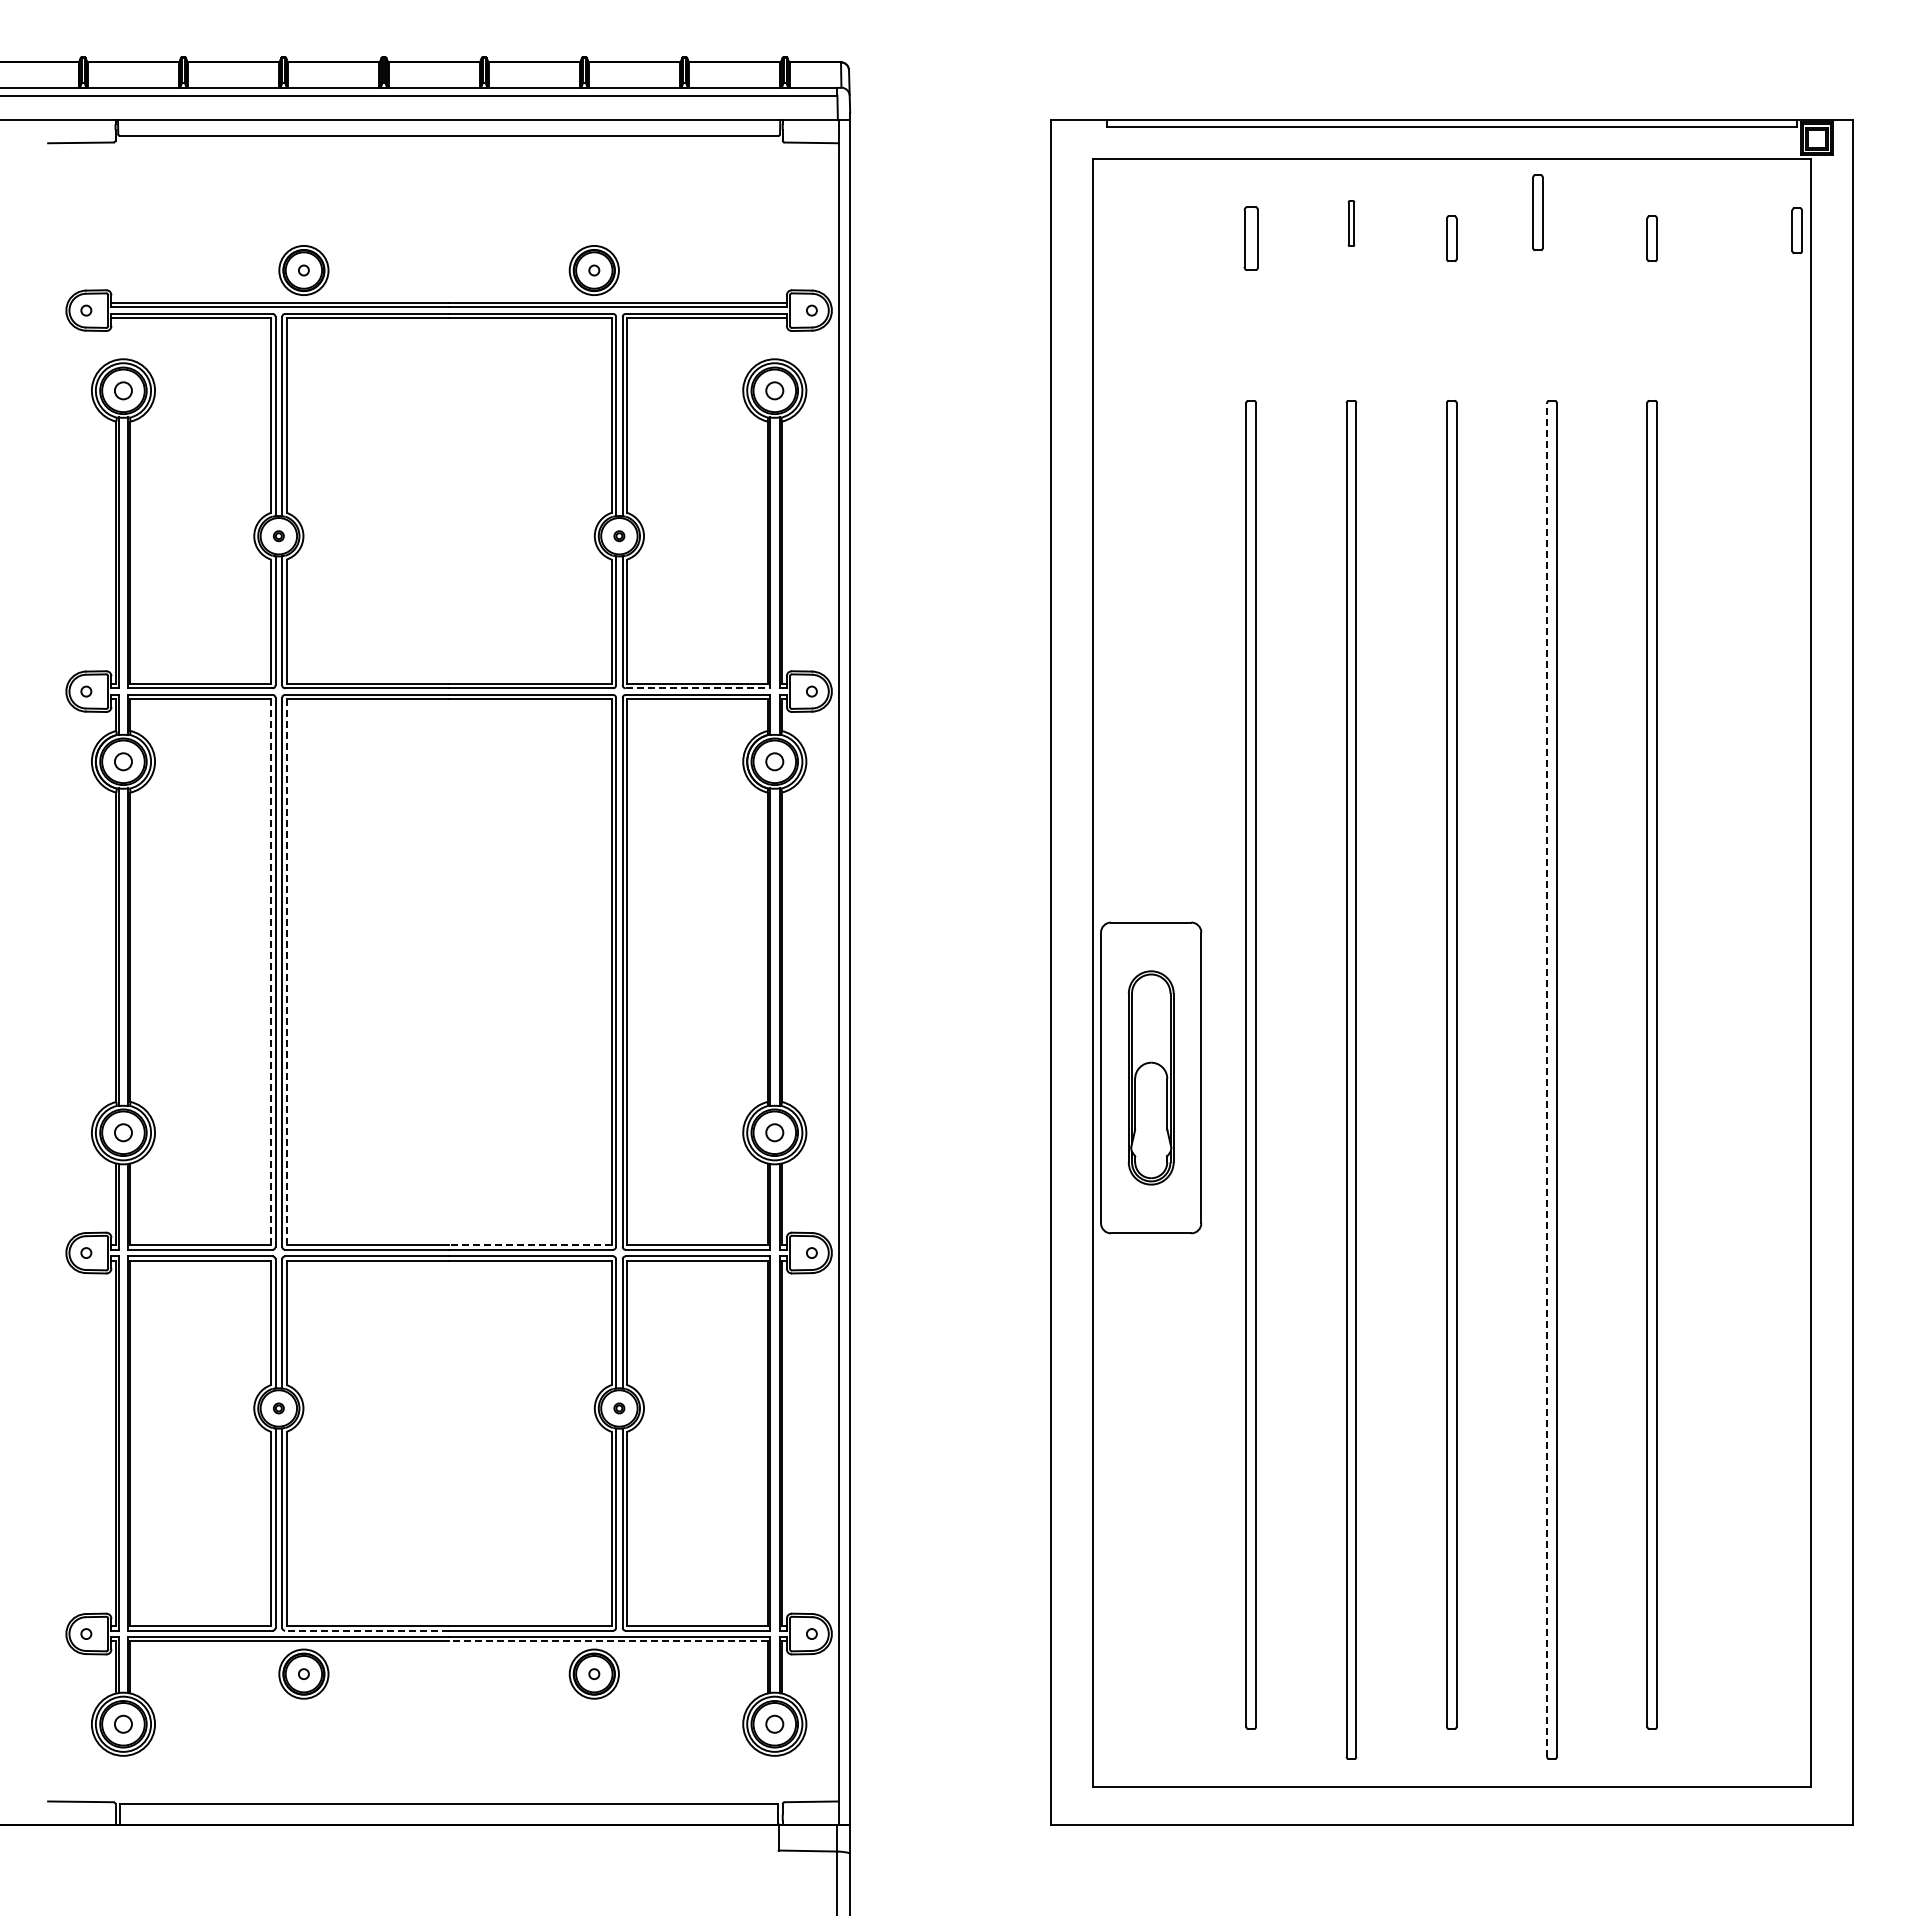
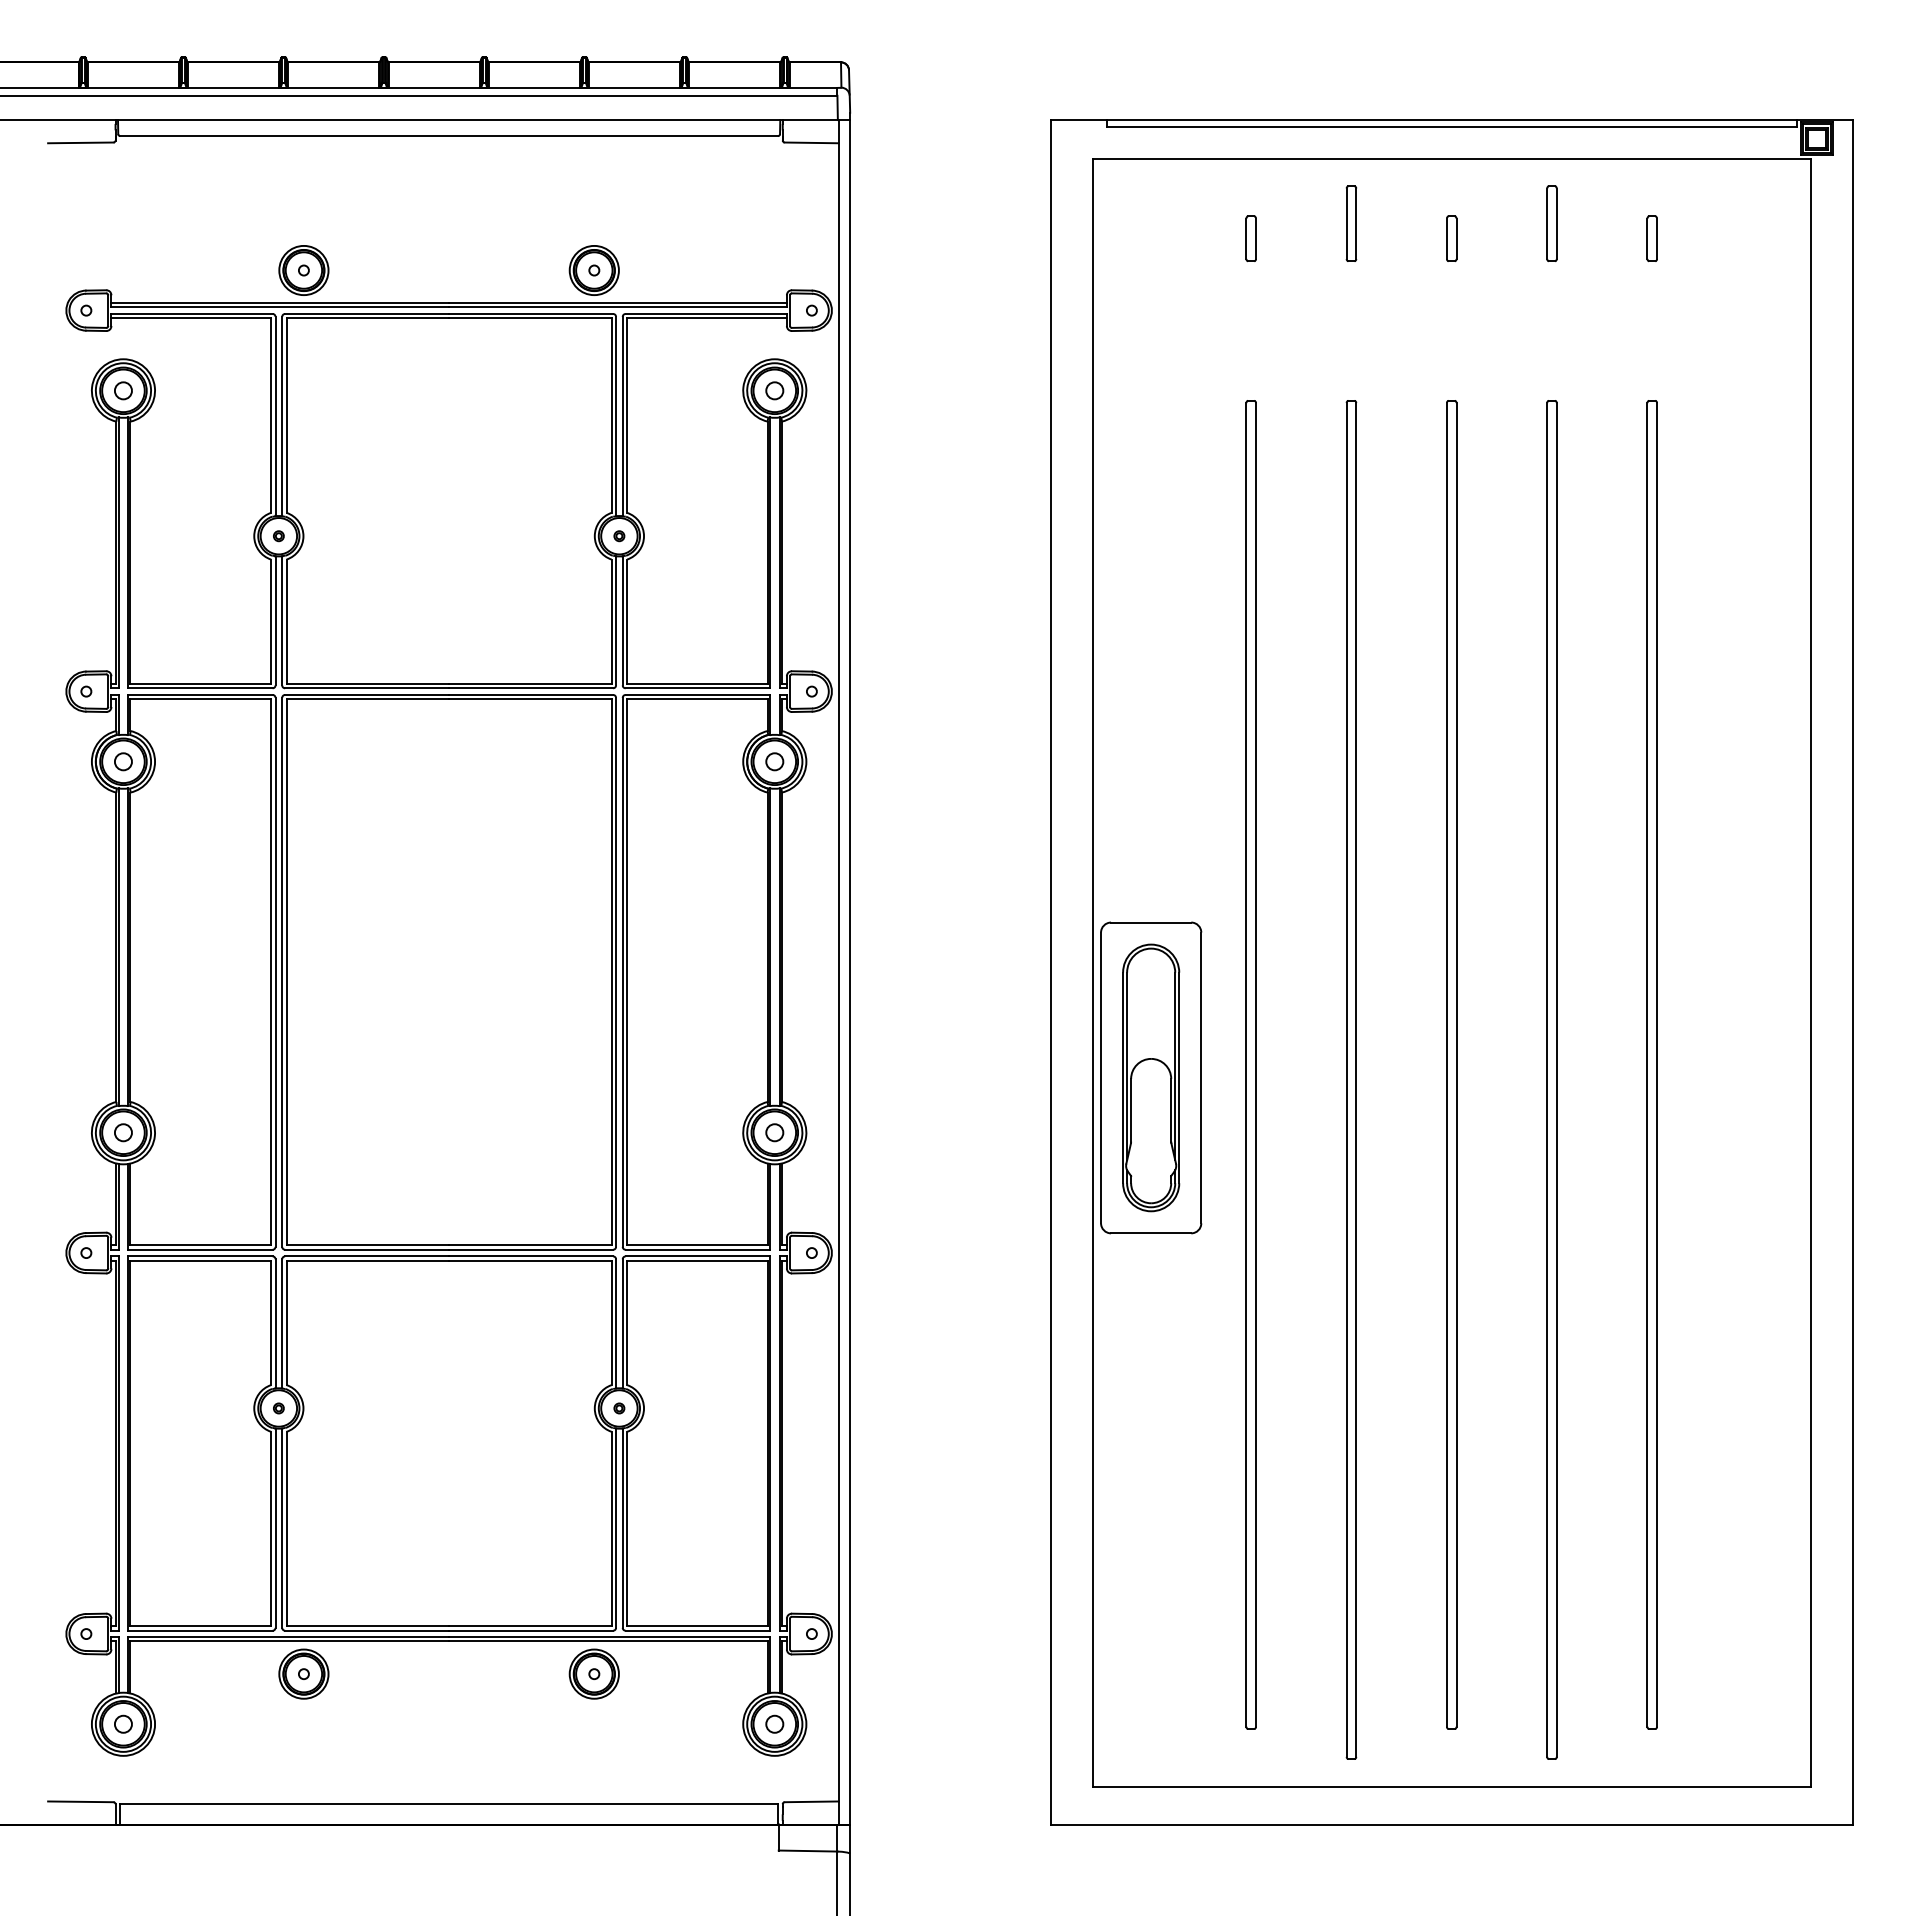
part at (1537, 212) position: (1537, 212) -> (1551, 223)
part at (1351, 223) size: 9x47 px -> 13x77 px
part at (1796, 230): present -> none
part at (1250, 238) size: 16x65 px -> 12x48 px
line at (698, 688): dashed -> solid
line at (271, 972): dashed -> solid
line at (286, 972): dashed -> solid
part at (1150, 1077) size: 48x216 px -> 59x270 px
line at (1547, 1079): dashed -> solid
line at (529, 1245): dashed -> solid
line at (366, 1630): dashed -> solid
line at (607, 1641): dashed -> solid
